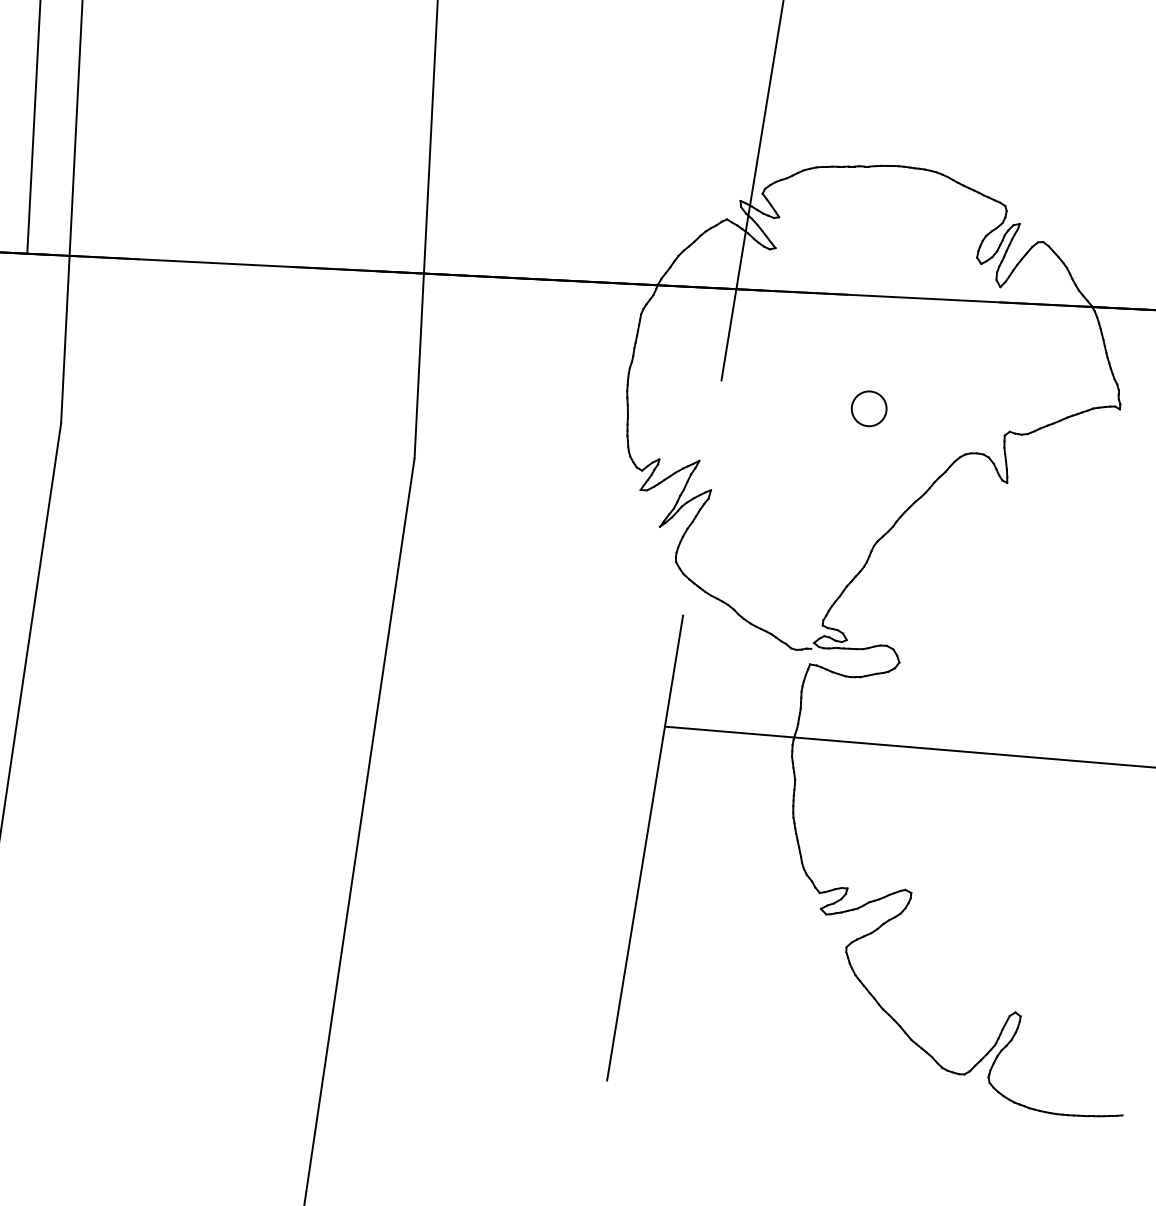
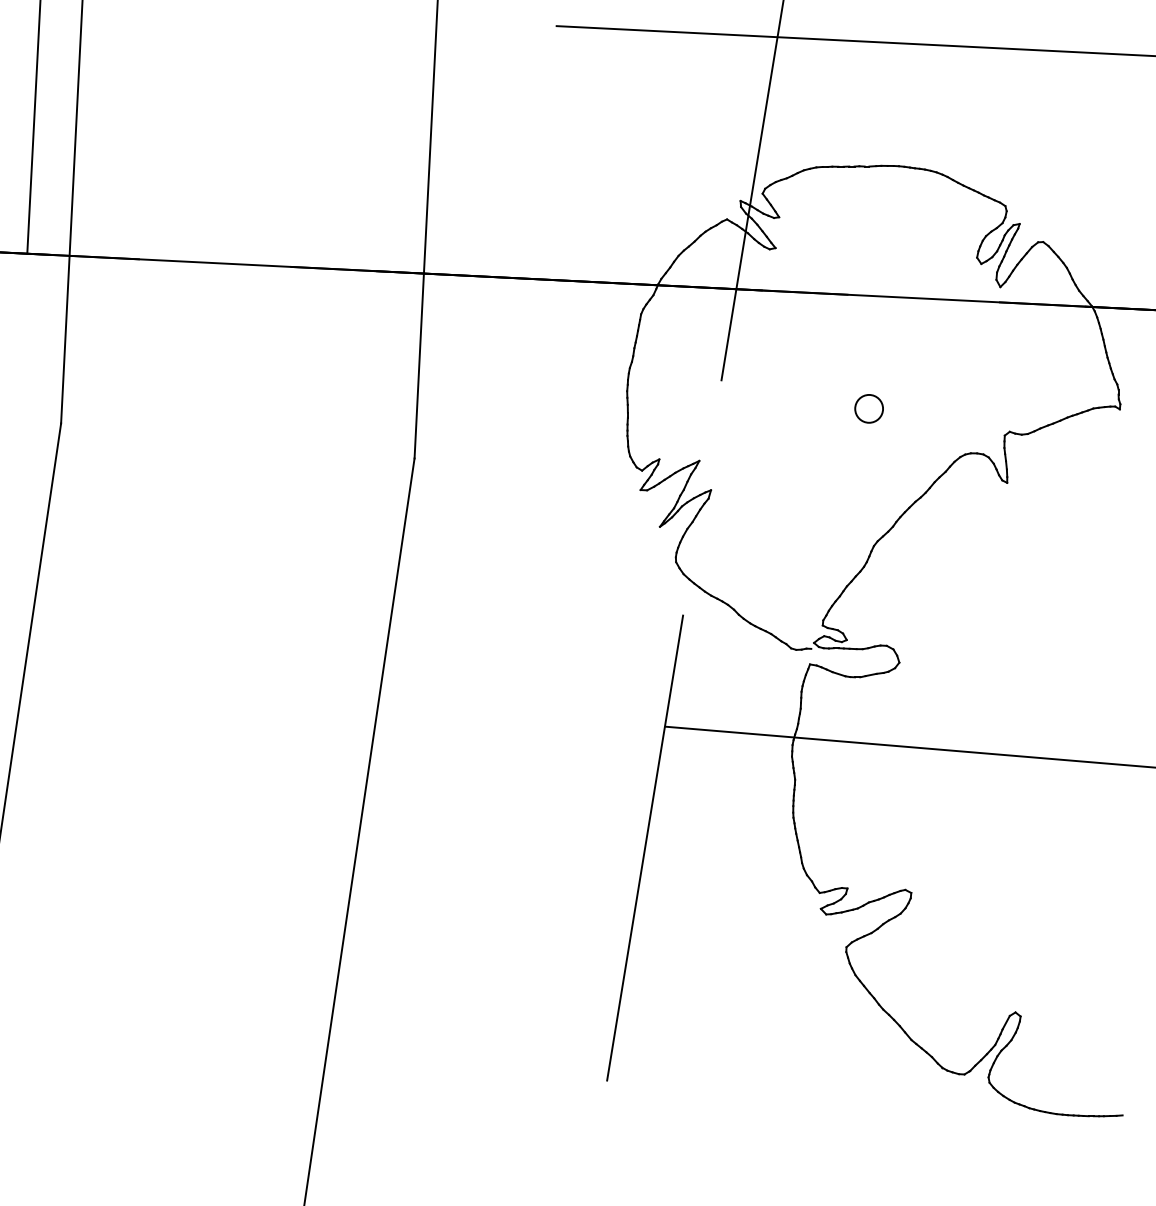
line at (854, 40): none -> present
circle at (868, 408) size: 38x38 px -> 30x30 px
